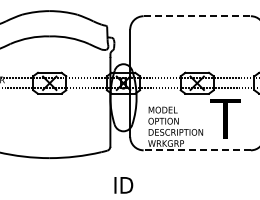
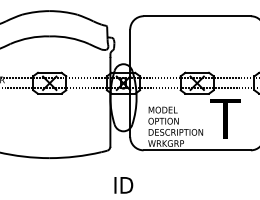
line at (197, 16): dashed -> solid
line at (197, 150): dashed -> solid
